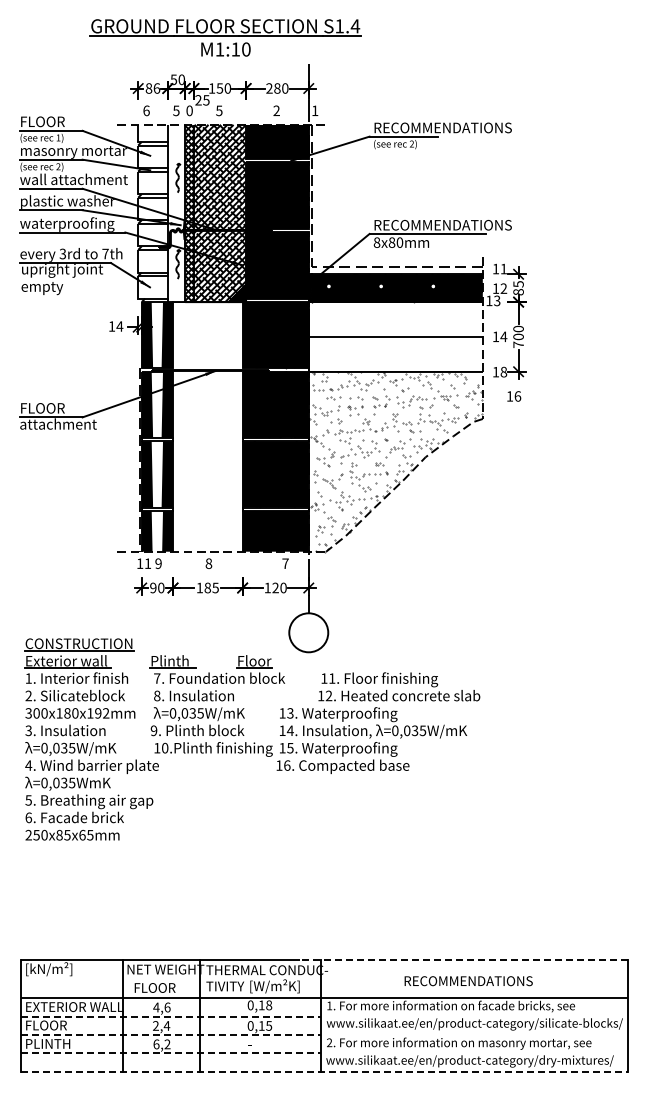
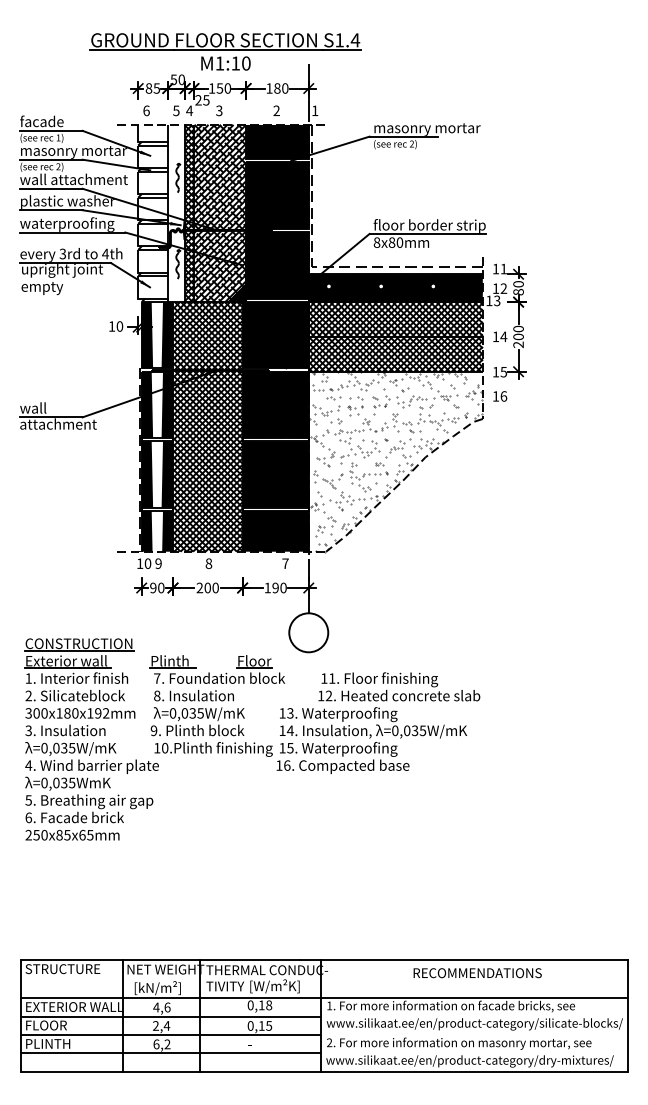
part at (225, 37) position: (225, 37) -> (225, 51)
text at (156, 88): 86 -> 85
text at (269, 88): 280 -> 180
text at (189, 110): 0 -> 4
text at (219, 110): 5 -> 3
text at (42, 121): FLOOR -> facade
text at (442, 128): RECOMMENDATIONS -> masonry mortar
text at (442, 225): RECOMMENDATIONS -> floor border strip
text at (105, 253): 7th -> 4th
text at (518, 284): 85 -> 80
text at (119, 326): 14 -> 10
hatch at (395, 336): none -> present
text at (518, 344): 700 -> 200
text at (503, 371): 18 -> 15
text at (514, 396) position: (514, 396) -> (500, 396)
text at (42, 407): FLOOR -> wall
hatch at (207, 426): none -> present
text at (147, 563): 11 -> 10
text at (207, 587): 185 -> 200
text at (275, 588): 120 -> 190
line at (463, 960): dashed -> solid
text at (62, 969): [kN/m²] -> STRUCTURE
text at (468, 981) position: (468, 981) -> (477, 973)
text at (157, 988): FLOOR -> [kN/m²]
line at (170, 1016): dashed -> solid
line at (170, 1034): dashed -> solid
line at (170, 1053): dashed -> solid
line at (324, 1071): dashed -> solid
